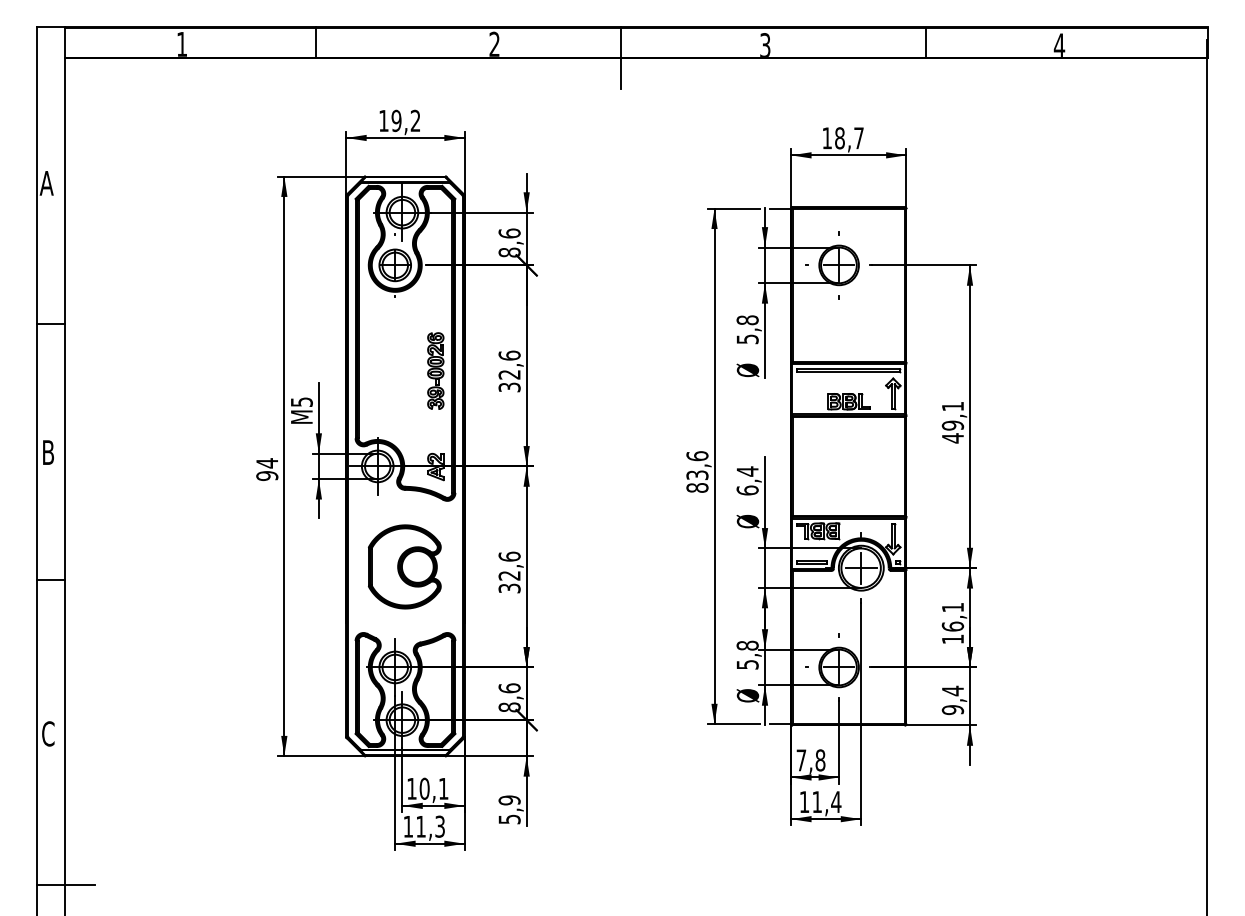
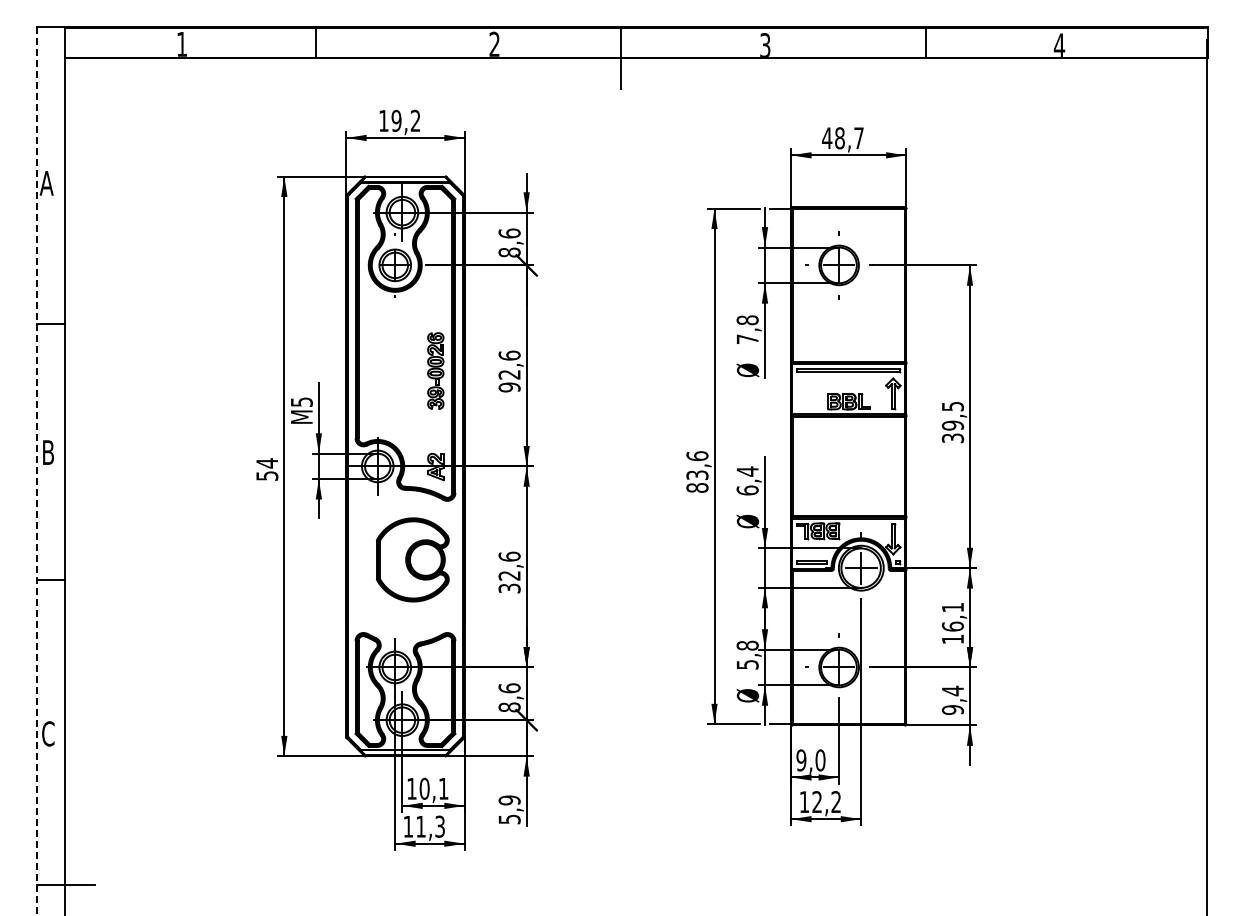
text at (827, 138): 18,7 -> 48,7
text at (747, 339): 5,8 -> 7,8
text at (509, 387): 32,6 -> 92,6
text at (952, 422): 49,1 -> 39,5
line at (37, 471): solid -> dashed
text at (267, 476): 94 -> 54
part at (404, 566) position: (404, 566) -> (412, 559)
text at (810, 760): 7,8 -> 9,0
text at (826, 801): 11,4 -> 12,2
